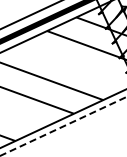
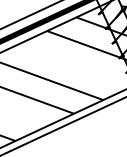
line at (64, 126): dashed -> solid
